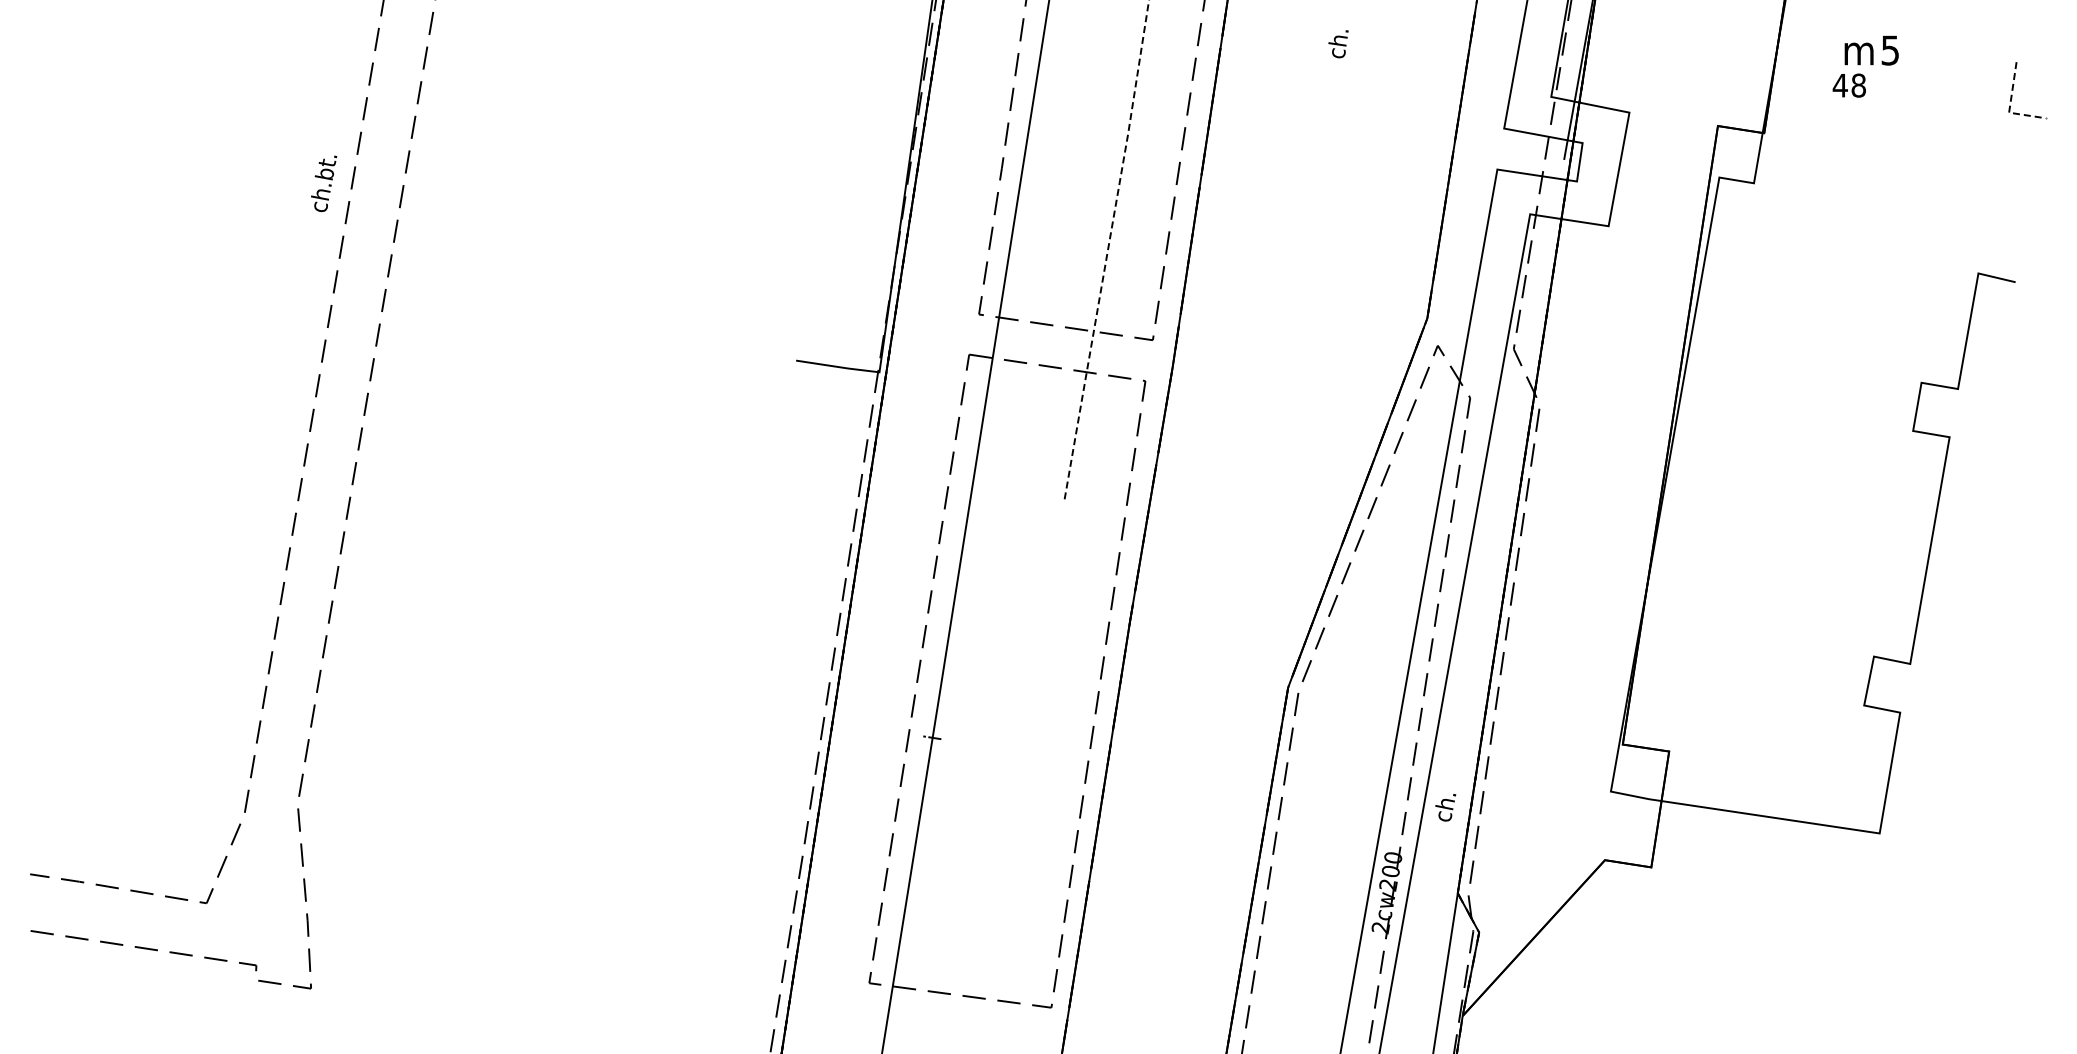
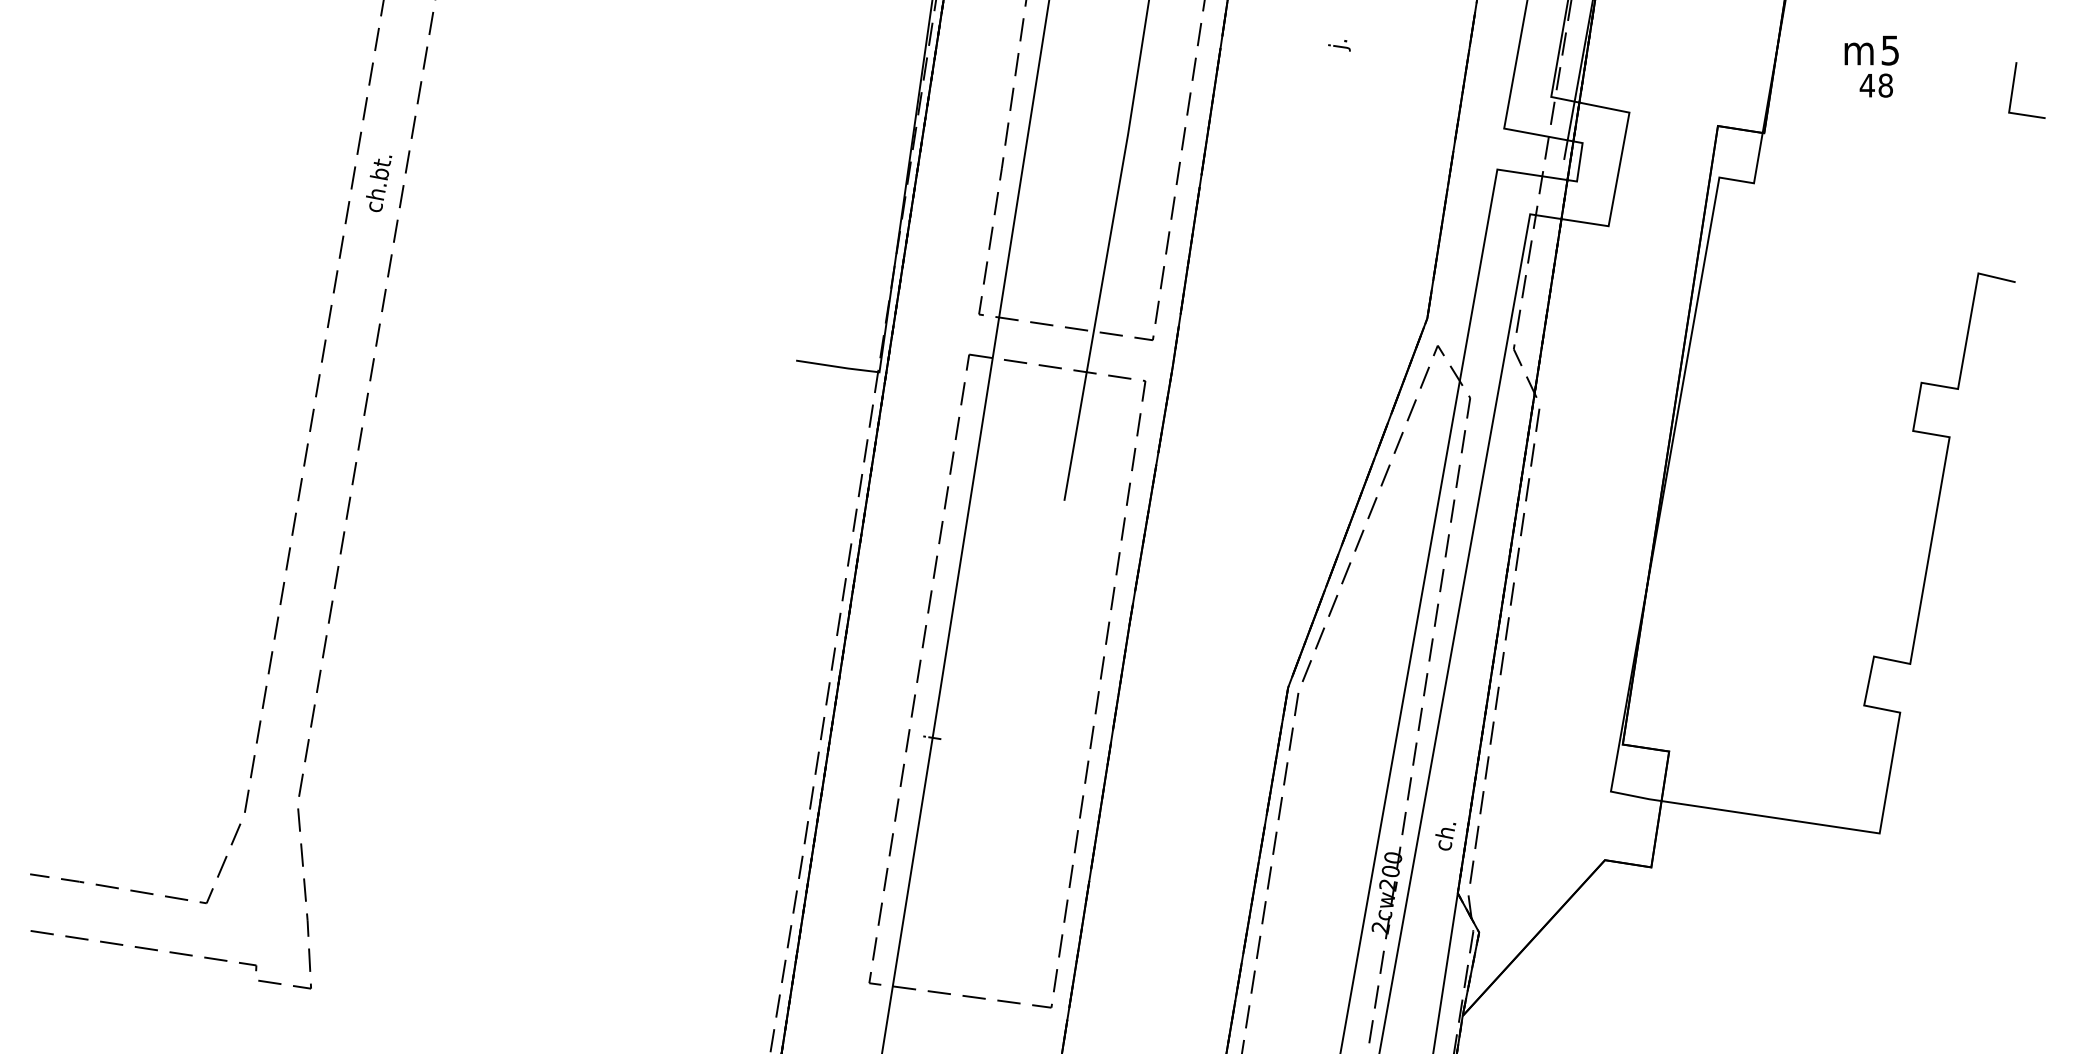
text at (1339, 44): ch. -> j.
text at (1848, 85) position: (1848, 85) -> (1875, 85)
line at (2010, 105): dashed -> solid
text at (324, 183) position: (324, 183) -> (379, 183)
line at (1107, 250): dashed -> solid
text at (1445, 807) position: (1445, 807) -> (1445, 836)
